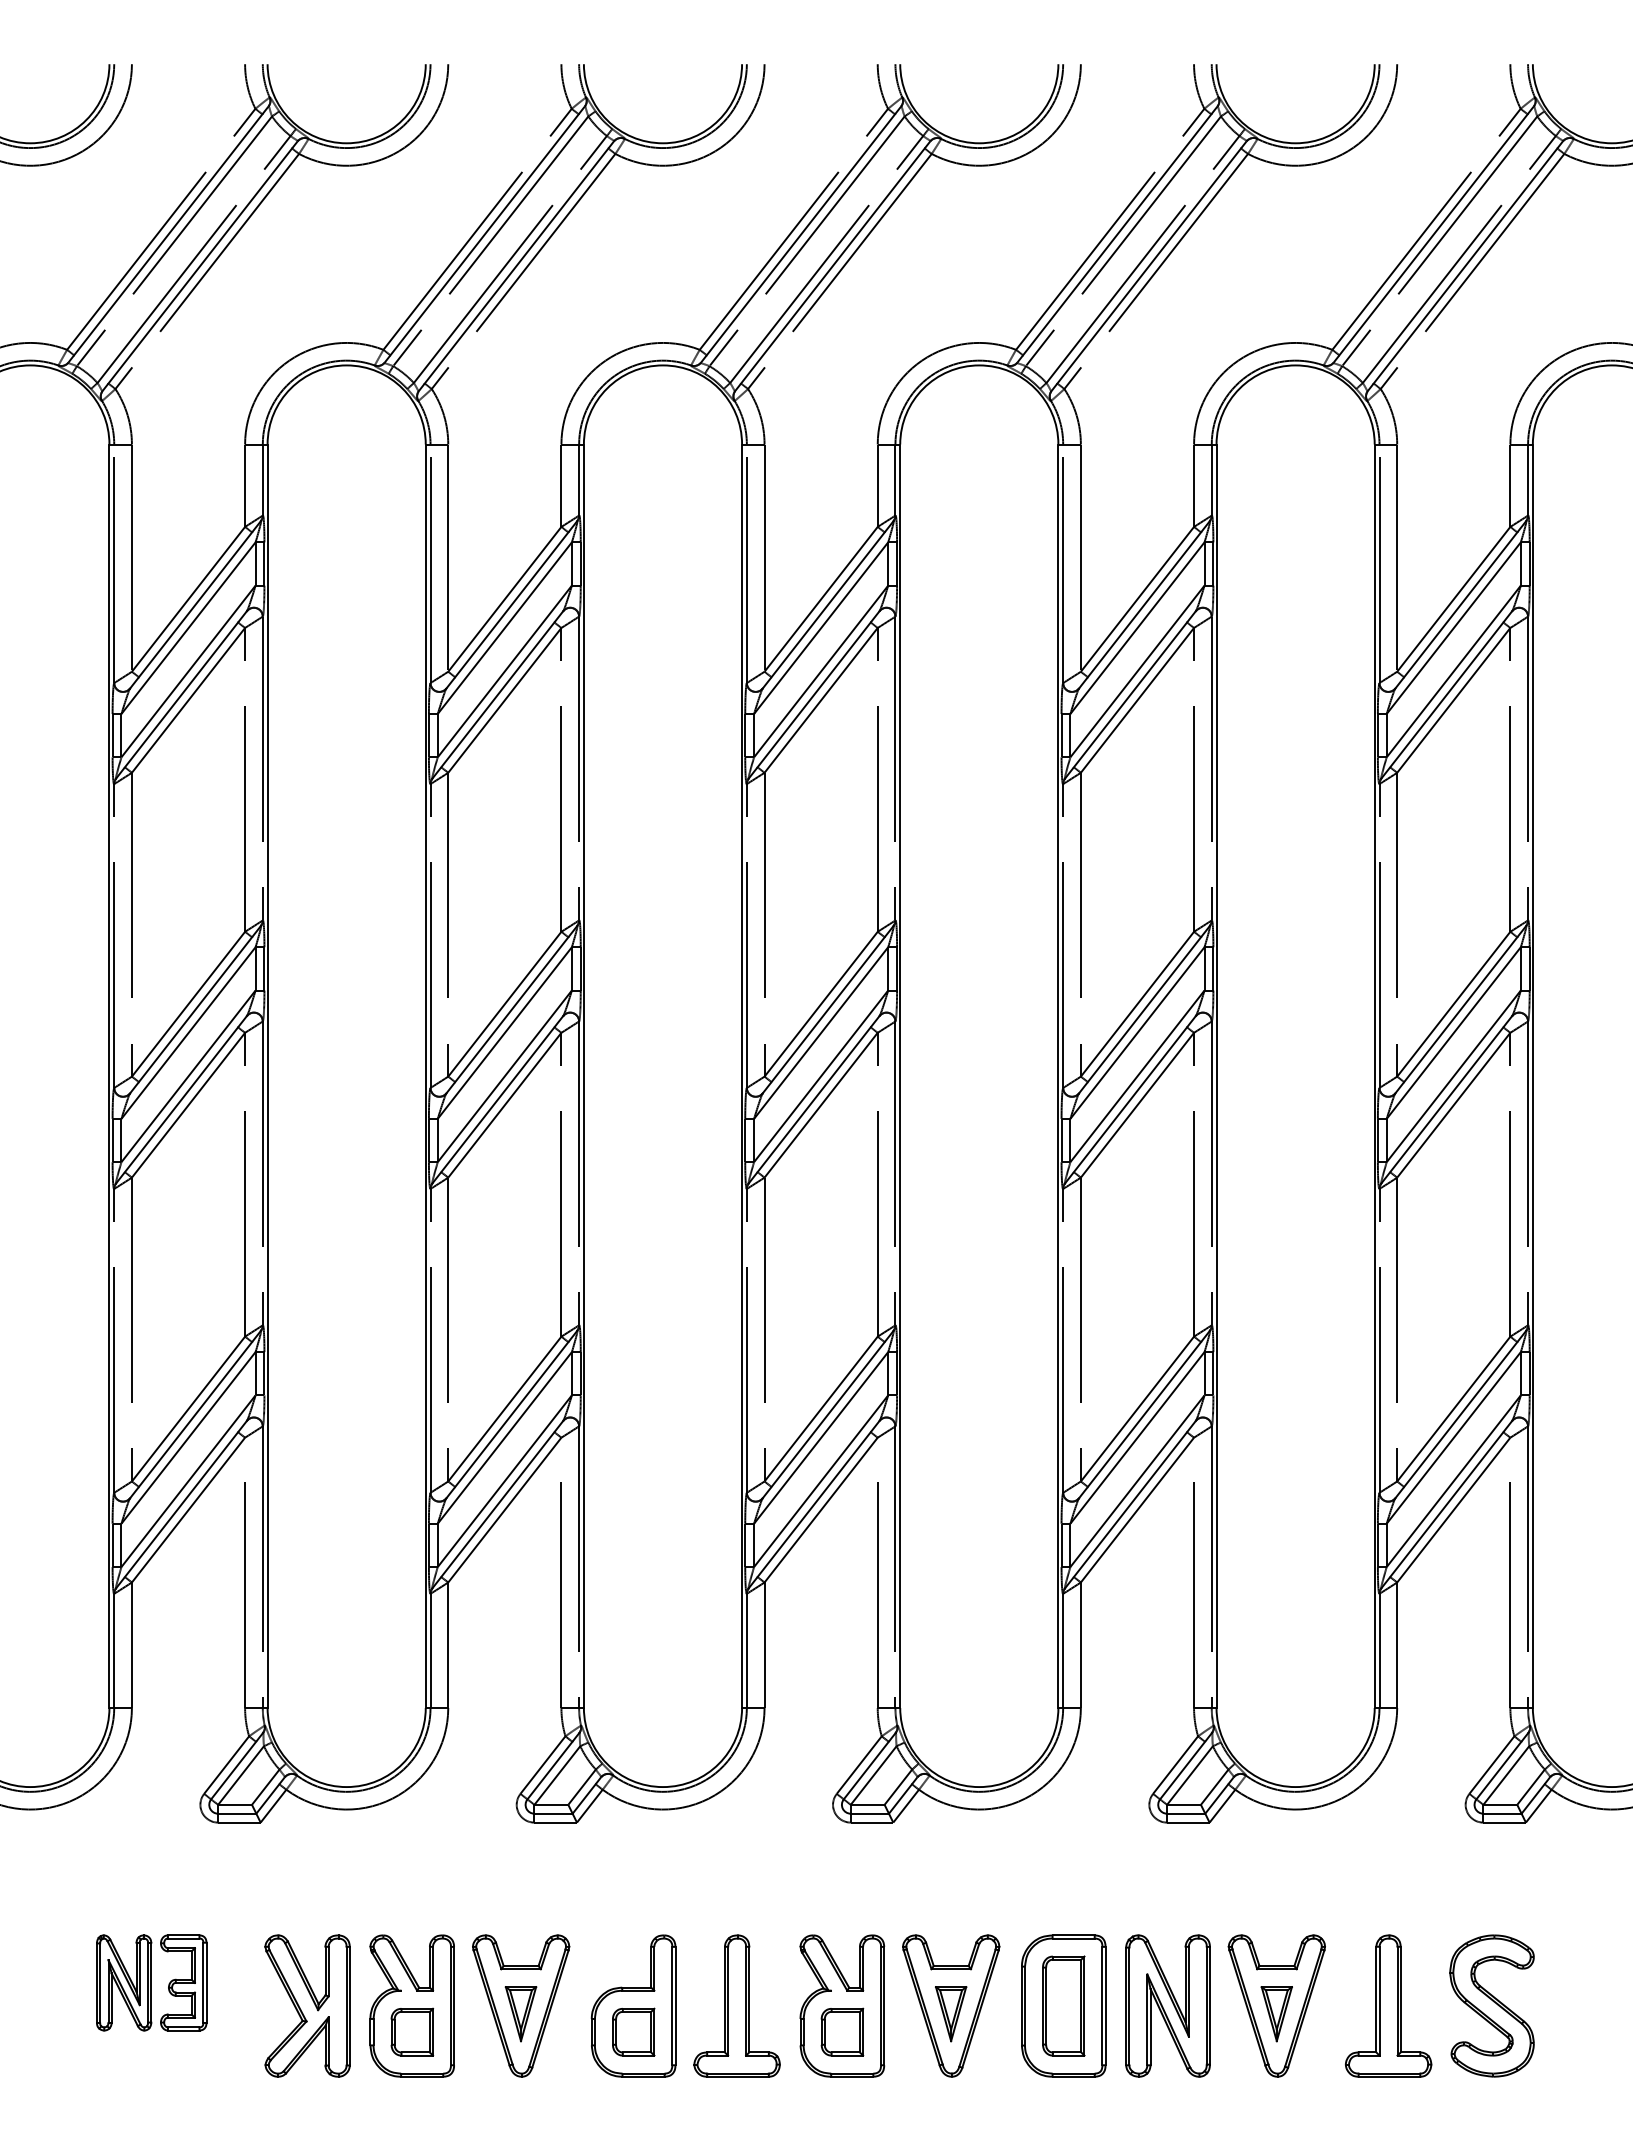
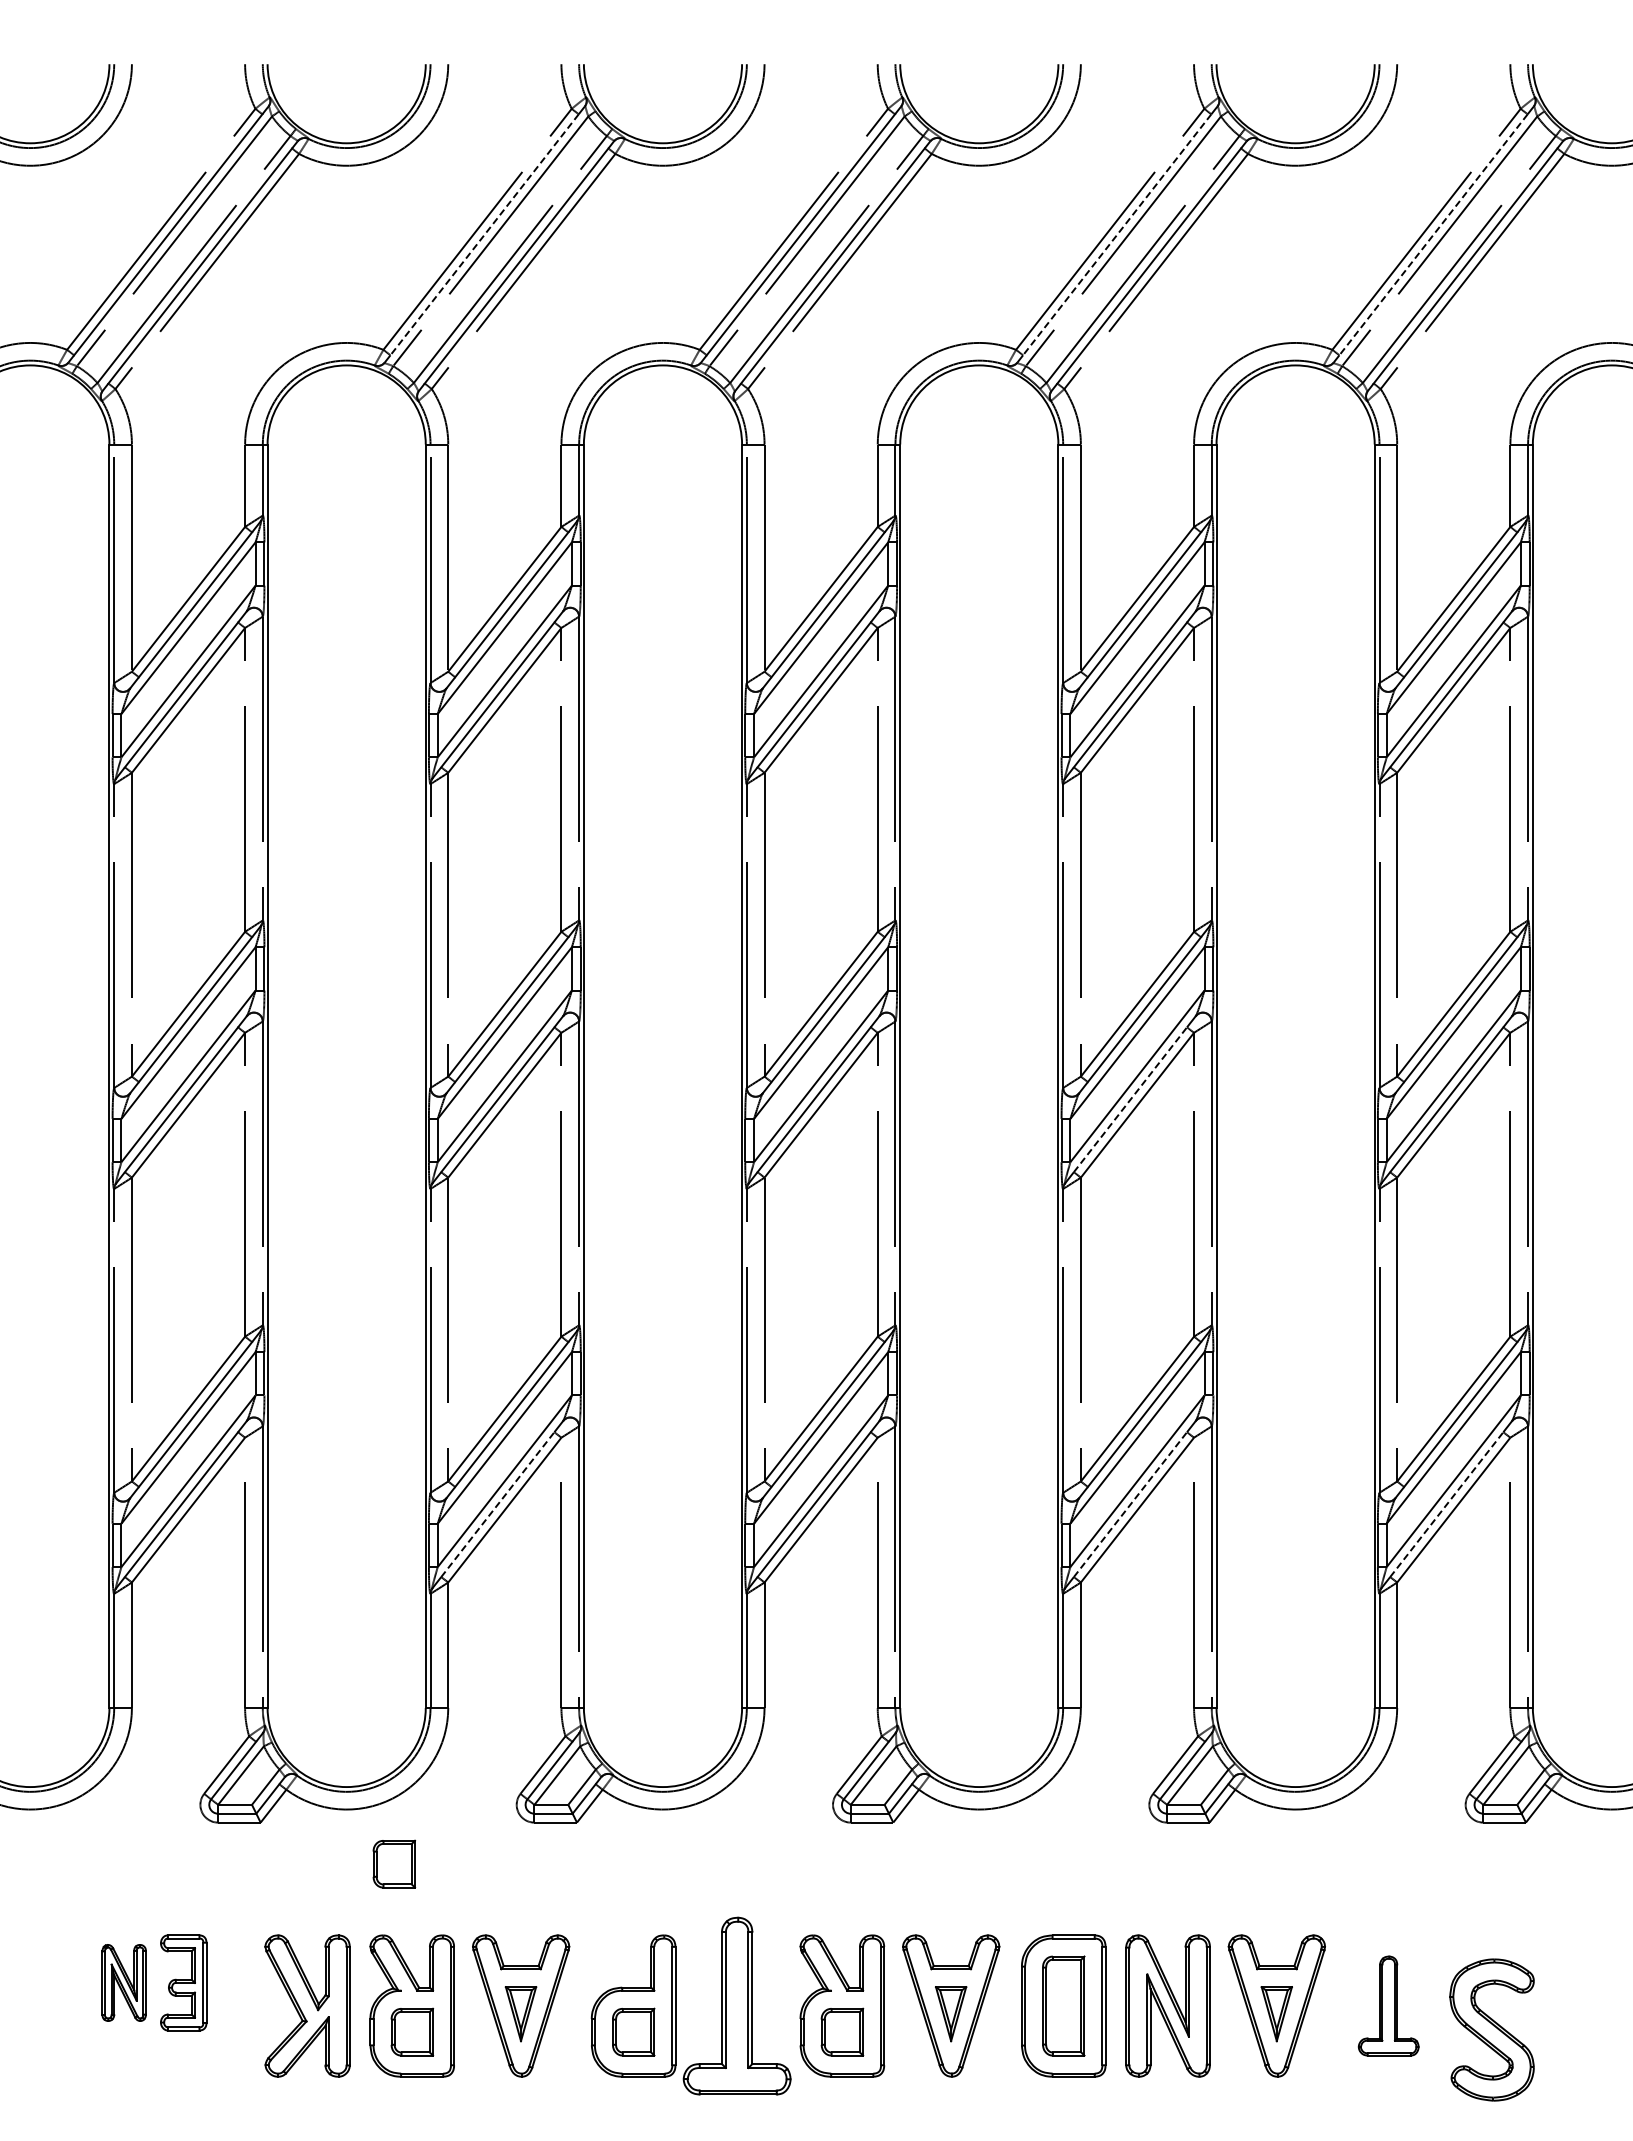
line at (484, 234): solid -> dashed
line at (1117, 234): solid -> dashed
line at (1433, 234): solid -> dashed
line at (1130, 1099): solid -> dashed
line at (497, 1504): solid -> dashed
line at (1130, 1504): solid -> dashed
line at (1446, 1504): solid -> dashed
part at (394, 1863): none -> present
part at (124, 1982) size: 57x98 px -> 46x78 px
part at (736, 2005) size: 88x144 px -> 110x180 px
part at (1388, 2005) size: 88x144 px -> 63x102 px
part at (1491, 2005) position: (1491, 2005) -> (1491, 2029)
